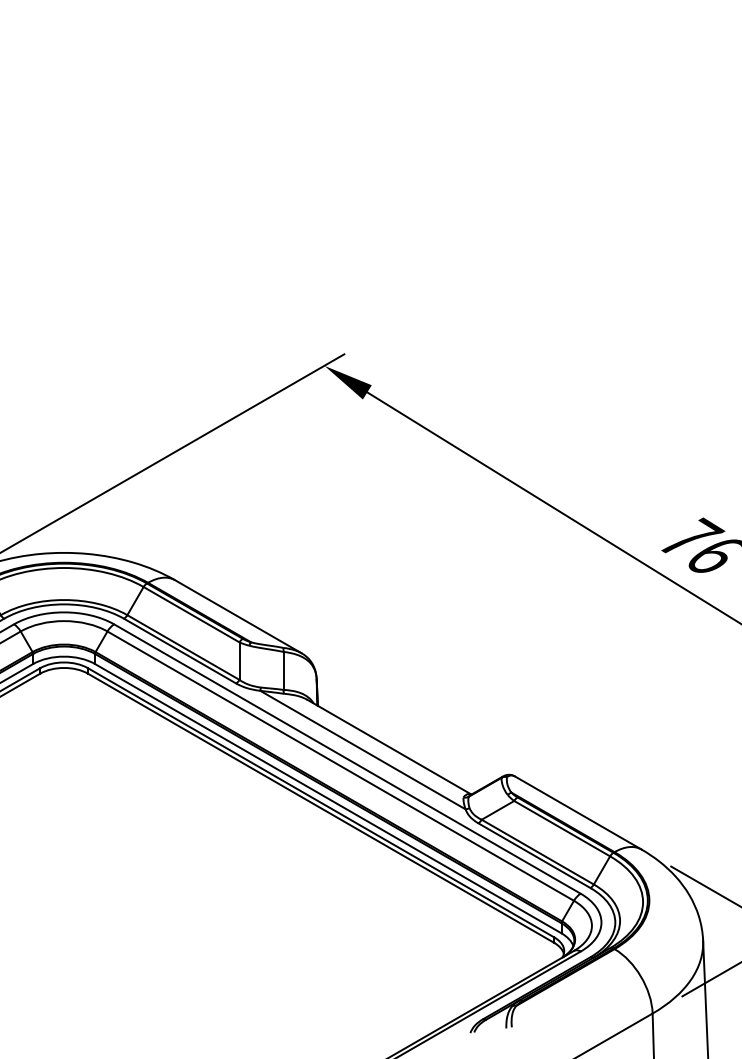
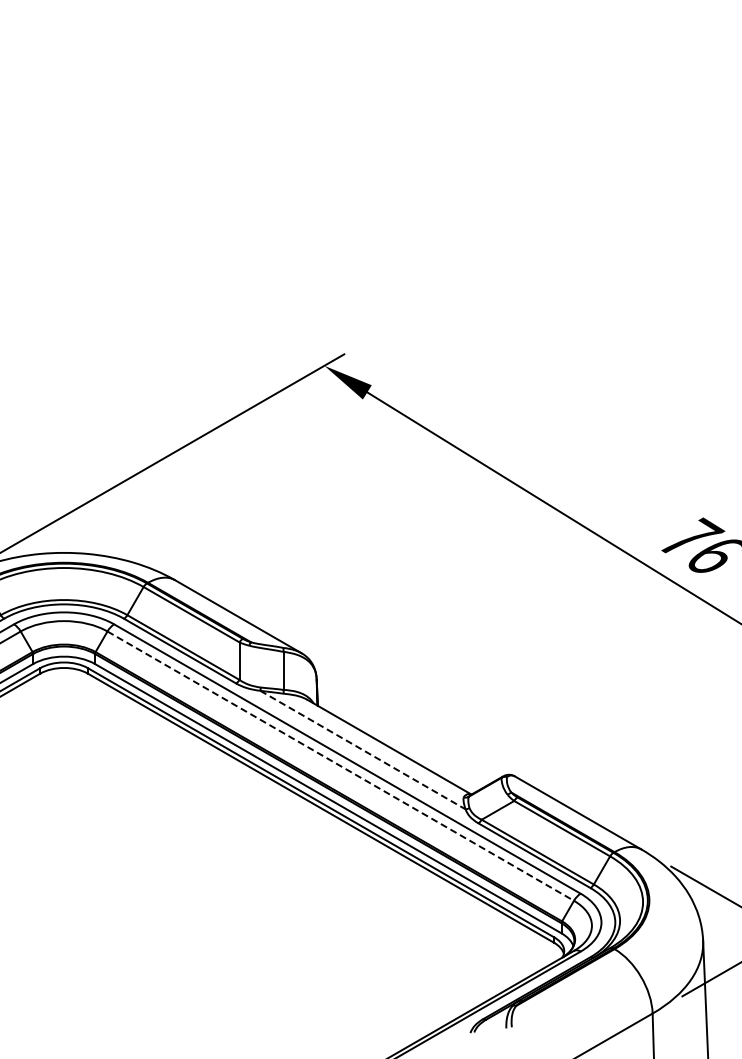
line at (362, 750): solid -> dashed
line at (341, 766): solid -> dashed
